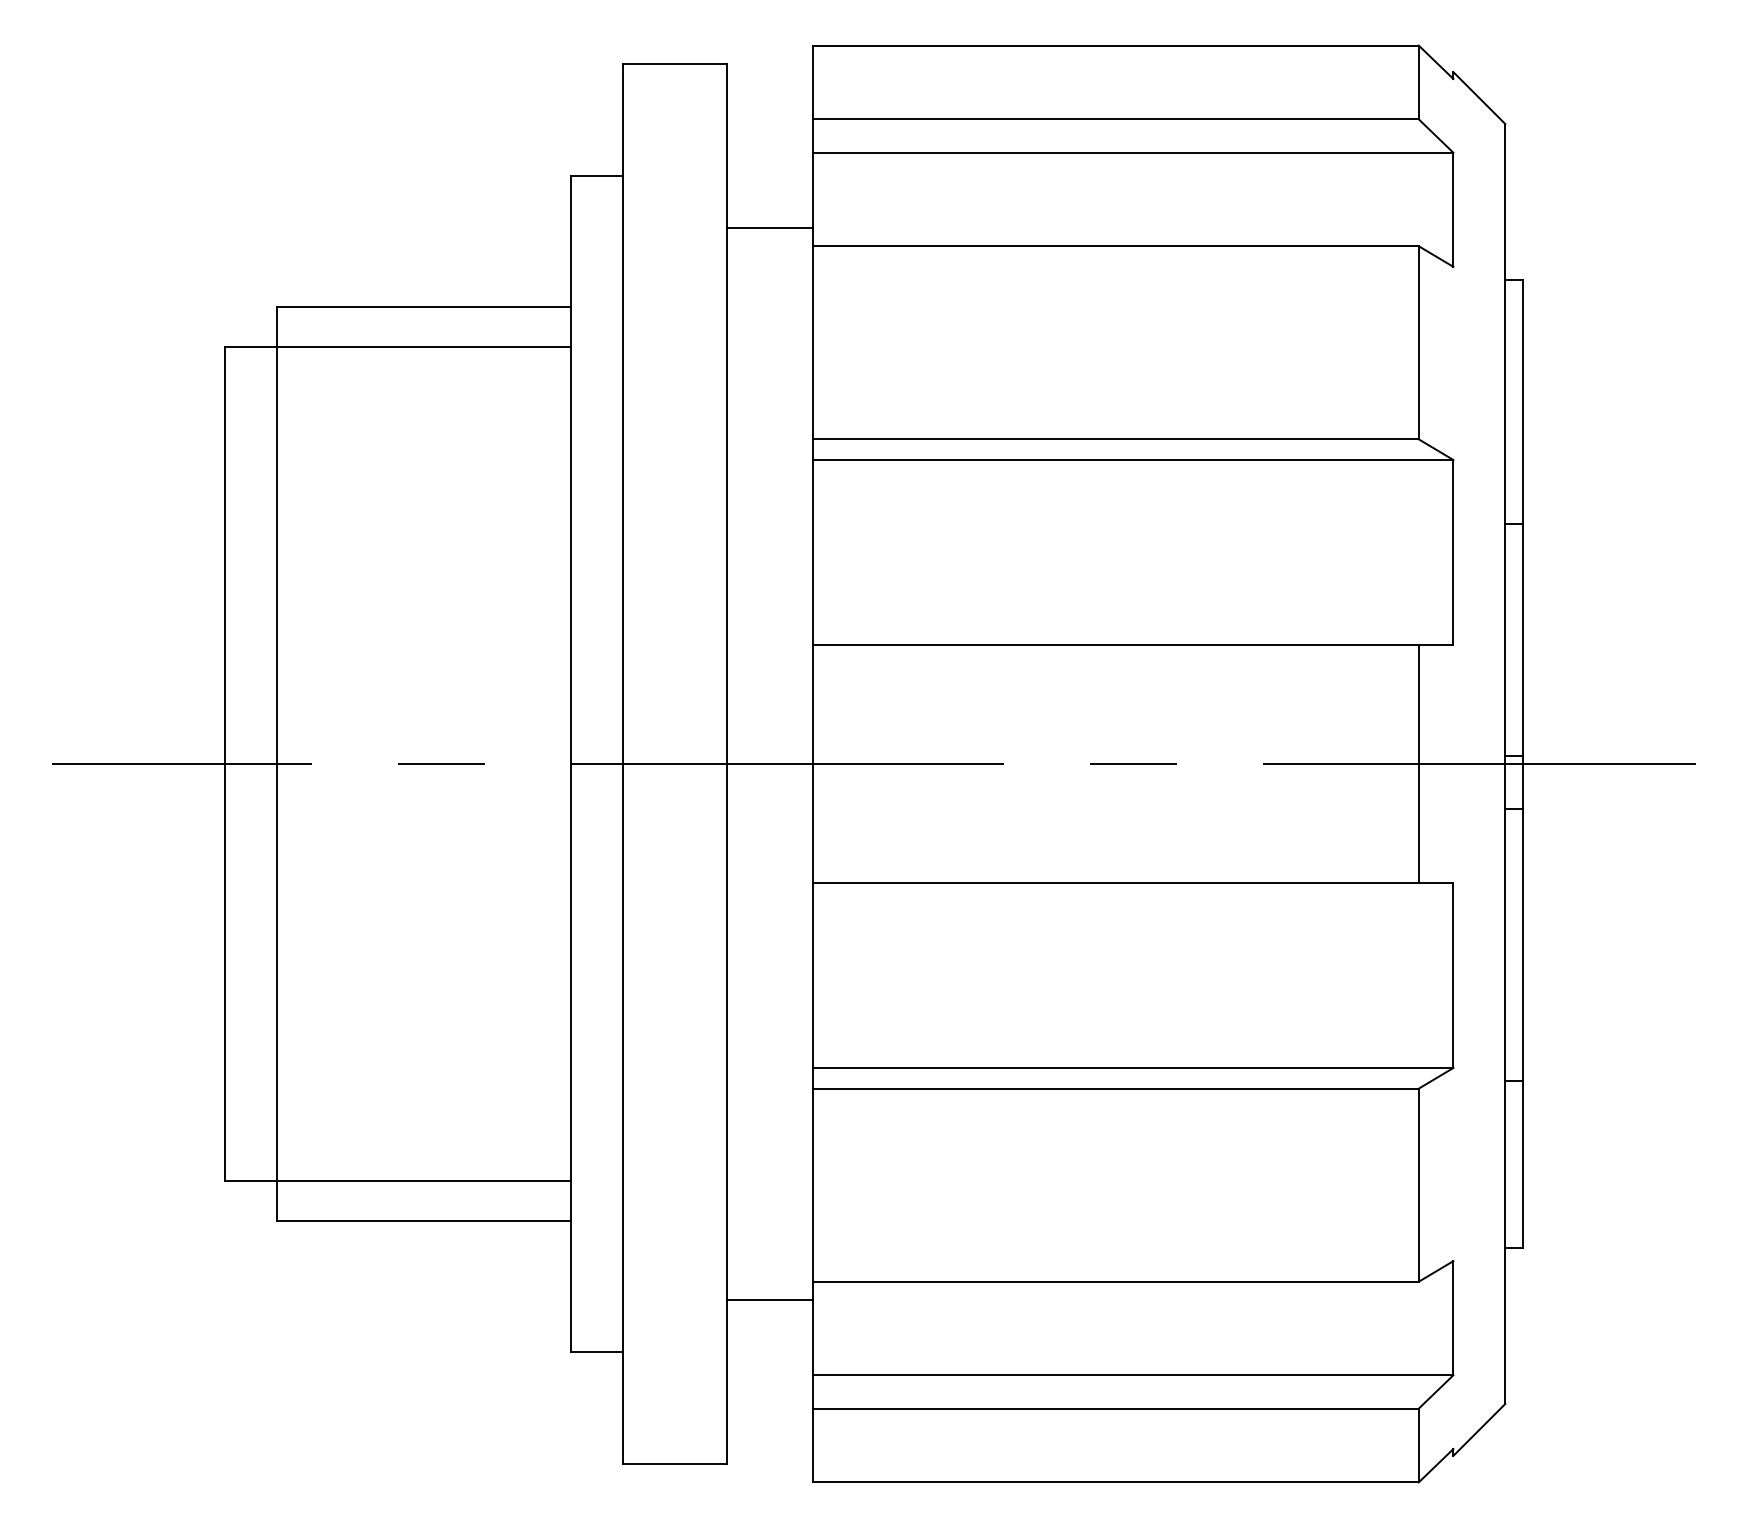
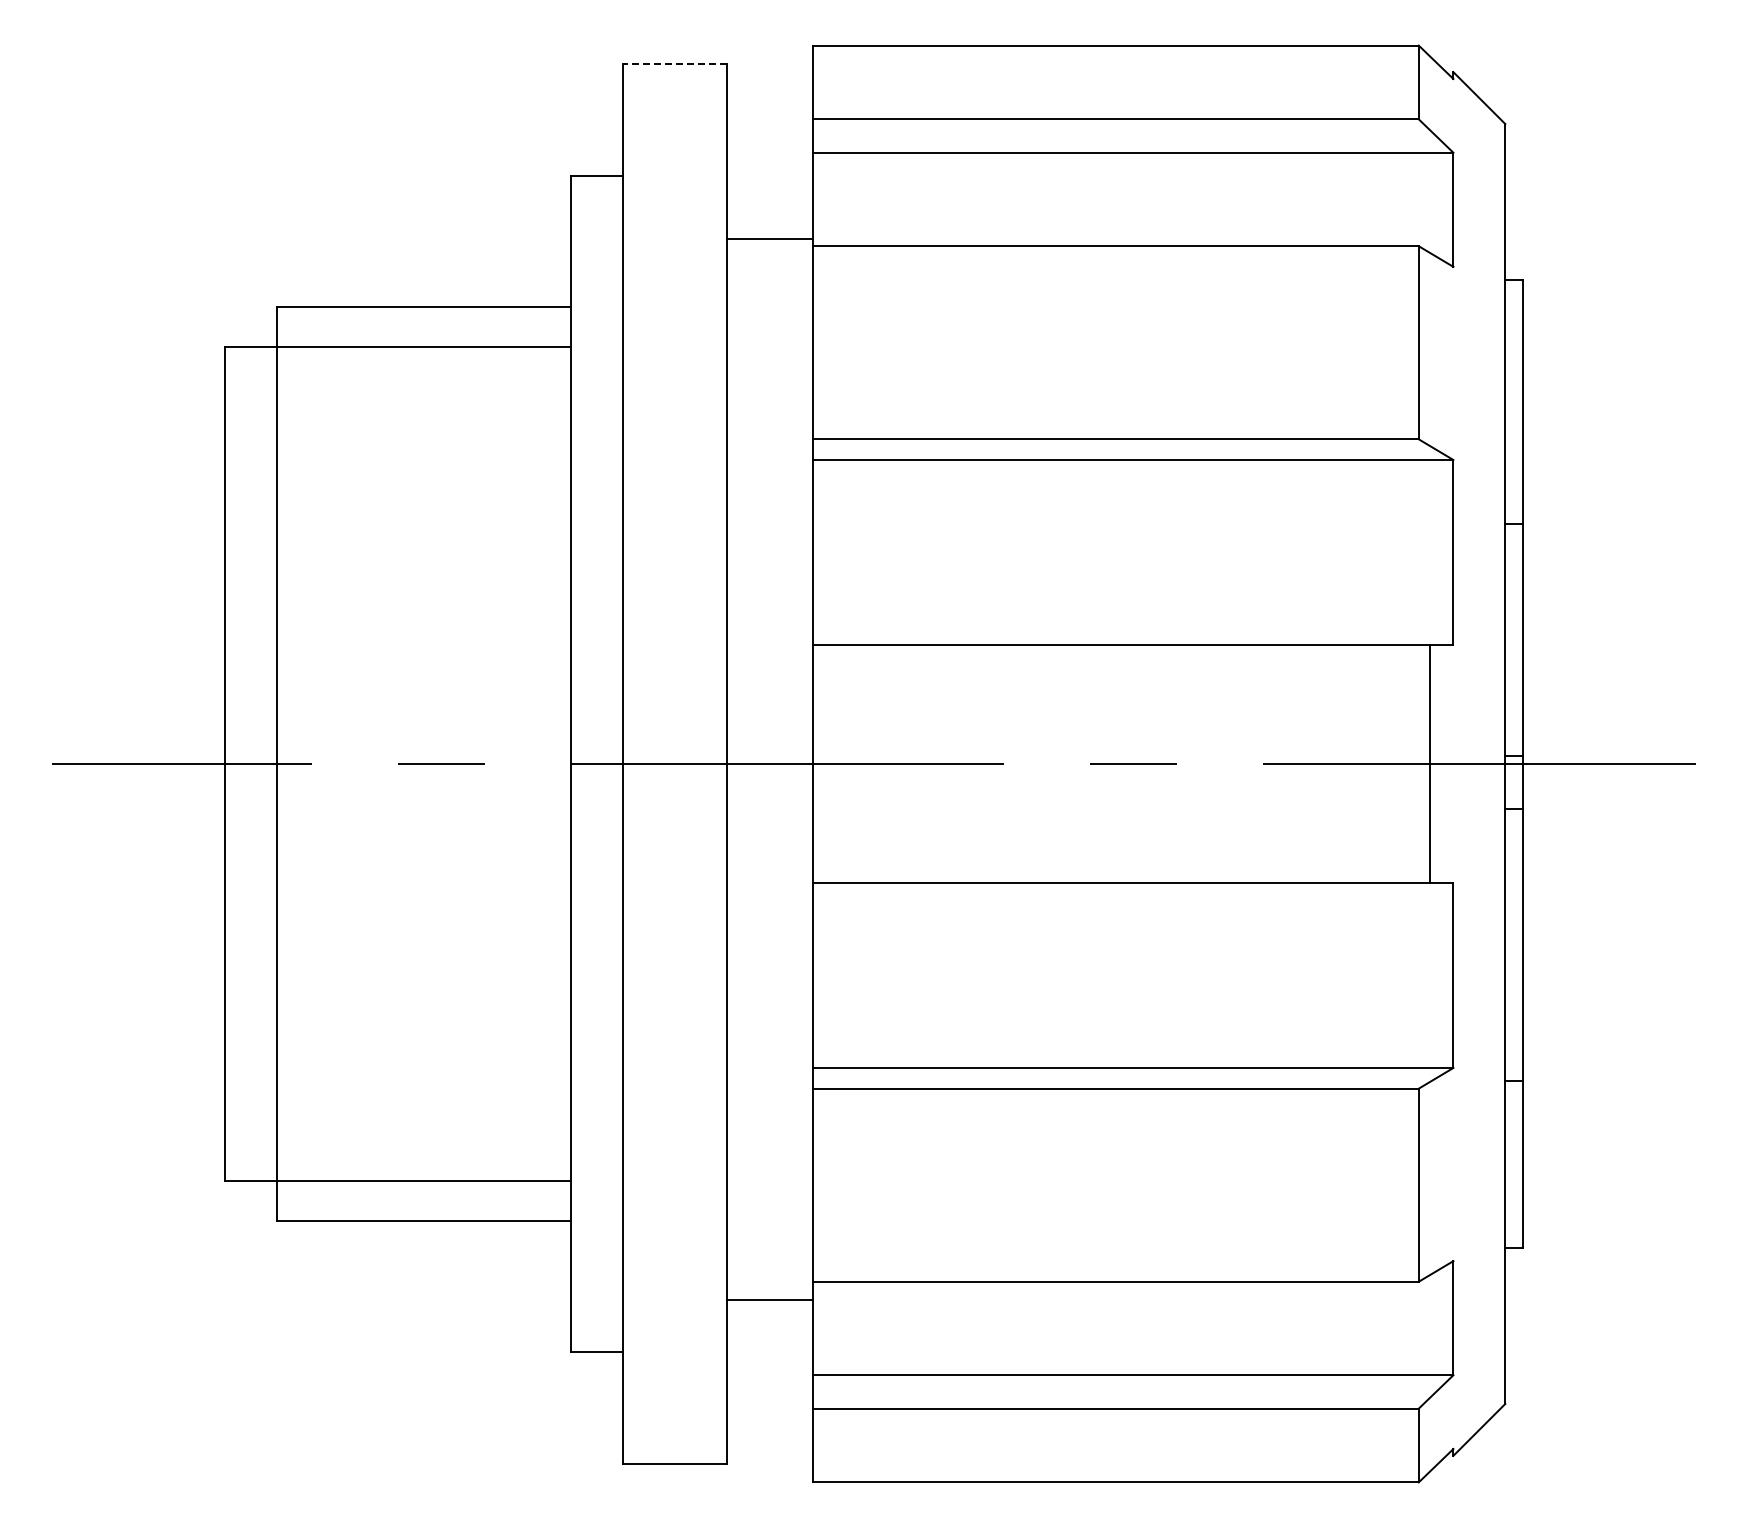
line at (675, 63): solid -> dashed
line at (769, 227) position: (769, 227) -> (769, 238)
line at (1418, 763) position: (1418, 763) -> (1429, 763)
